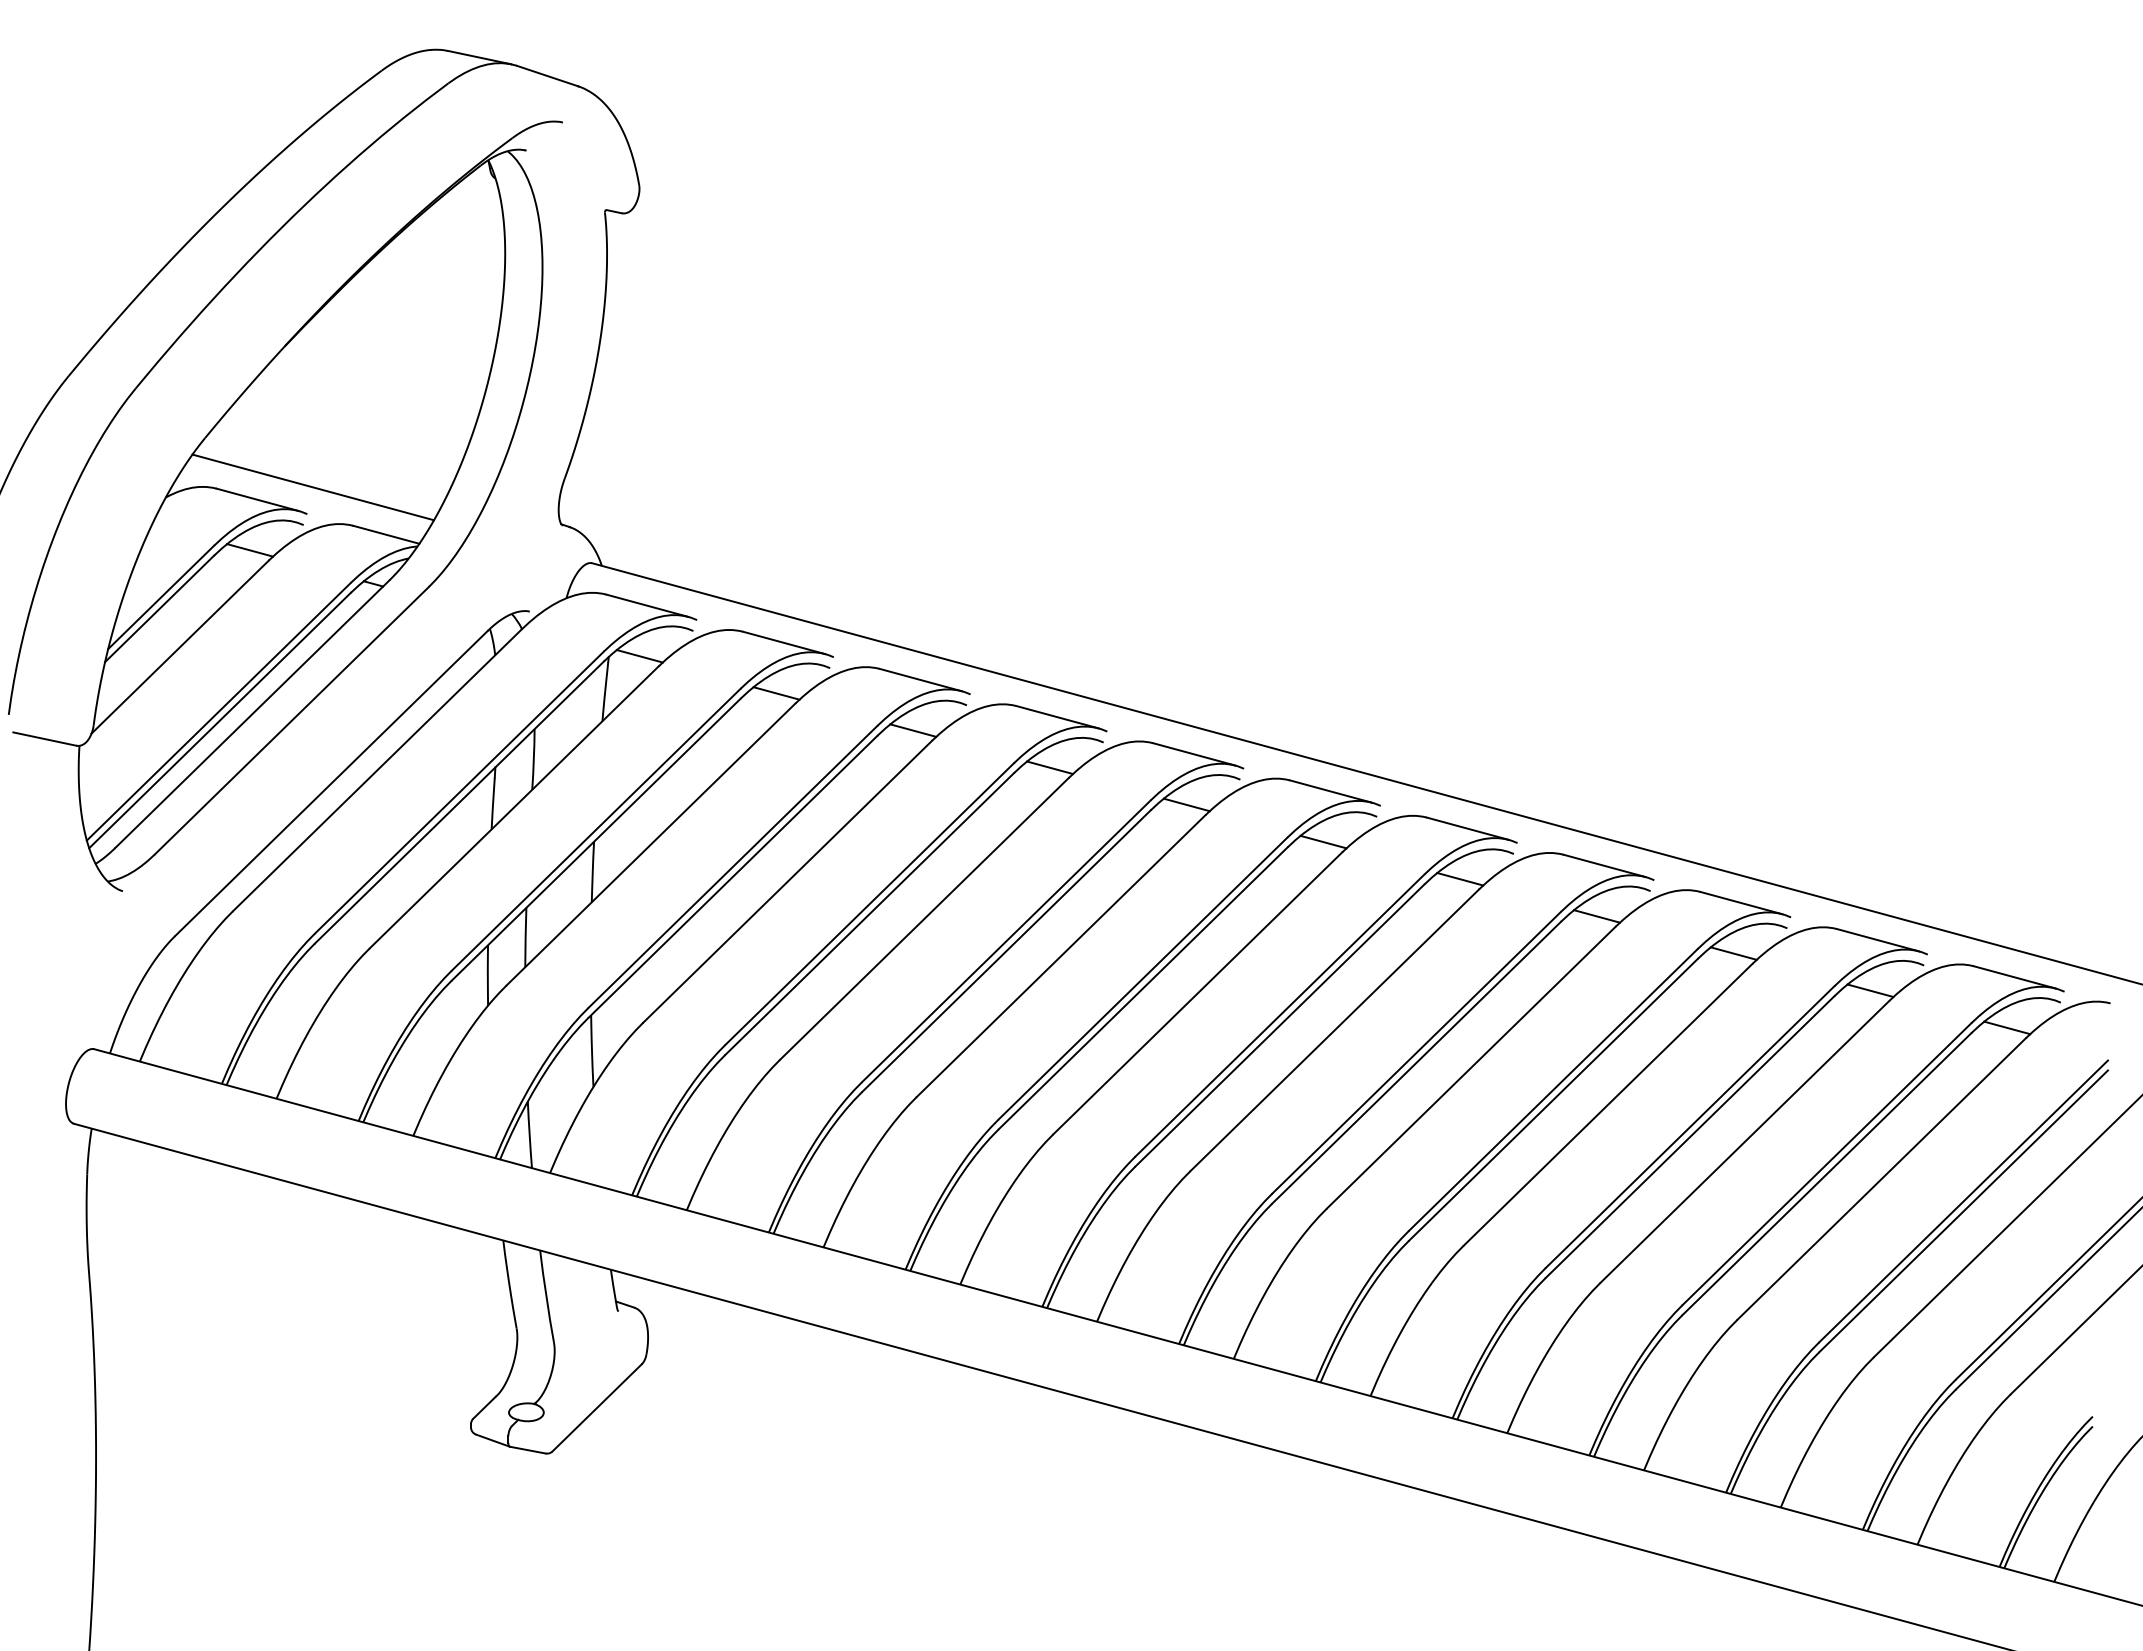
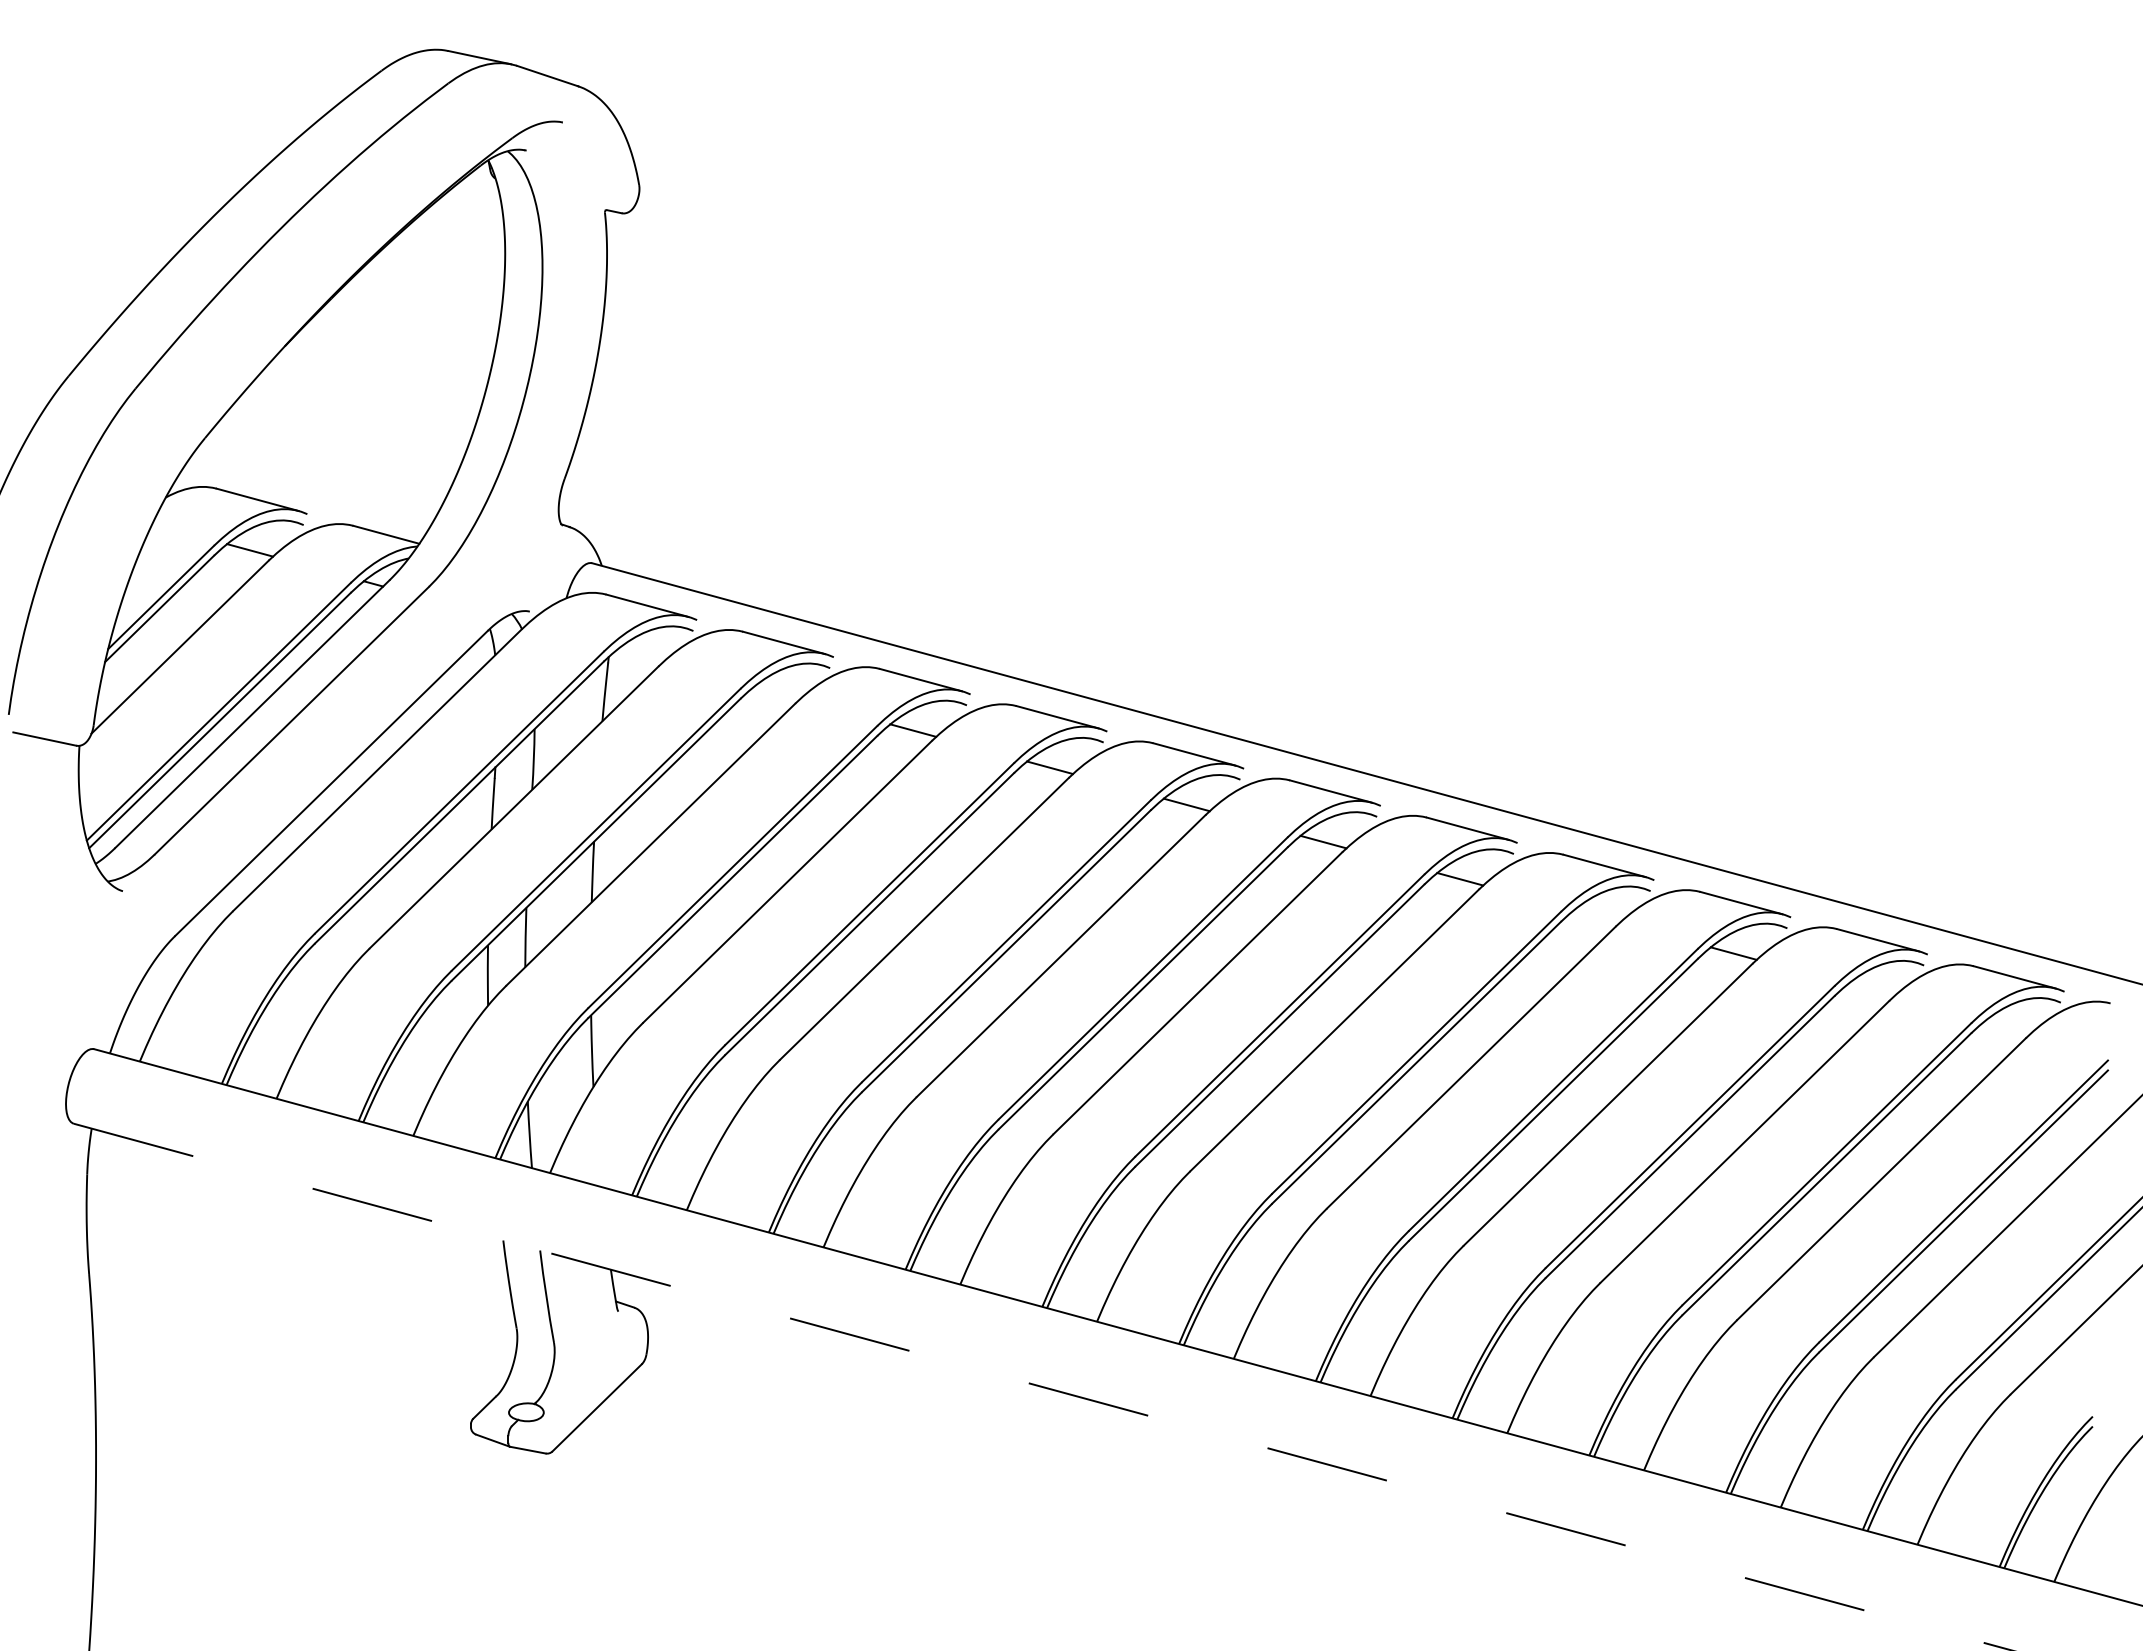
line at (312, 487): present -> none
line at (639, 656): present -> none
line at (776, 693): present -> none
line at (1596, 916): present -> none
line at (1870, 990): present -> none
line at (2007, 1027): present -> none
line at (1043, 1387): solid -> dashed
